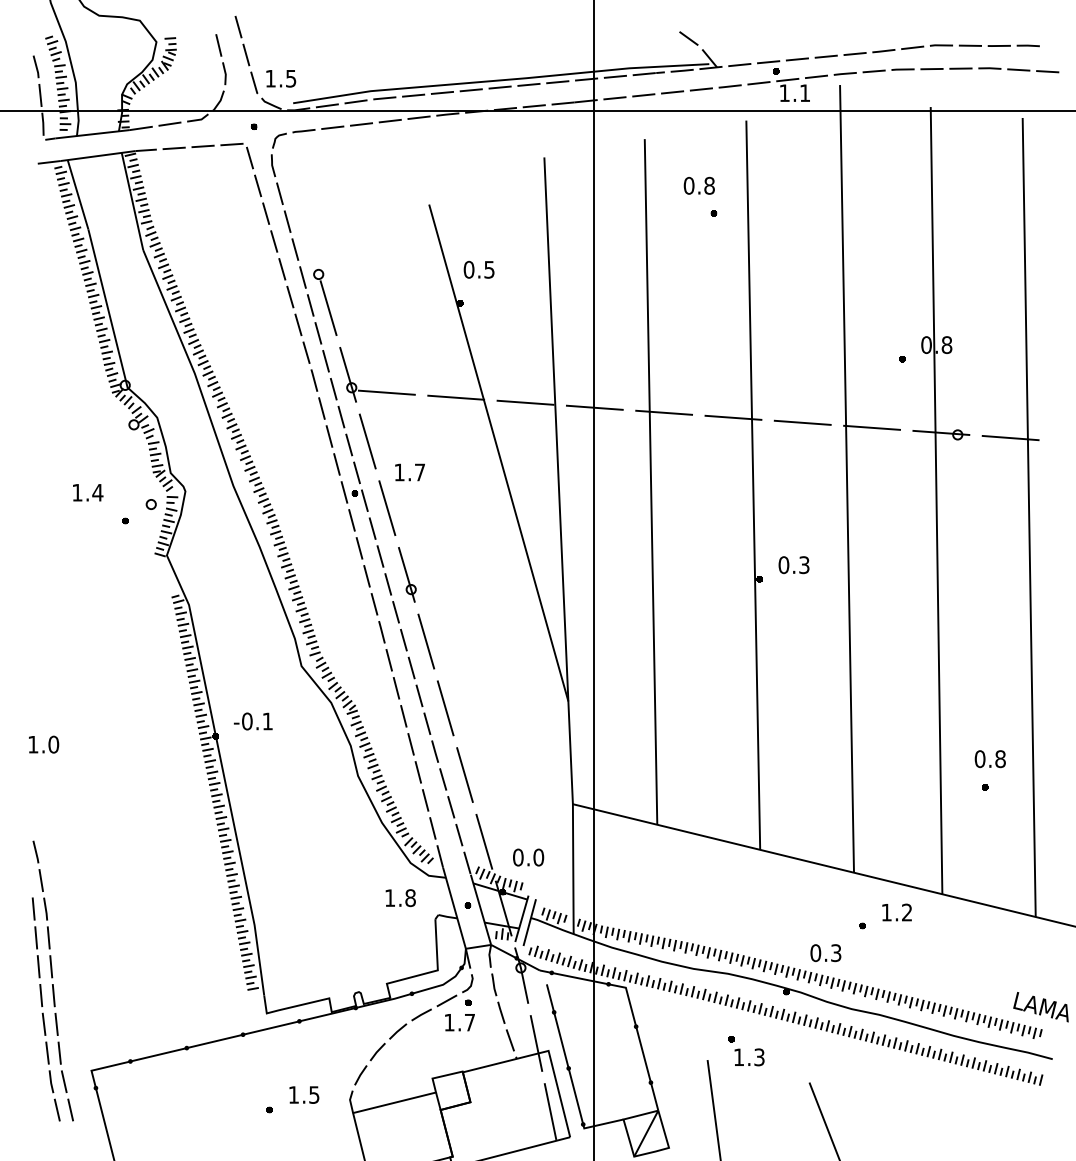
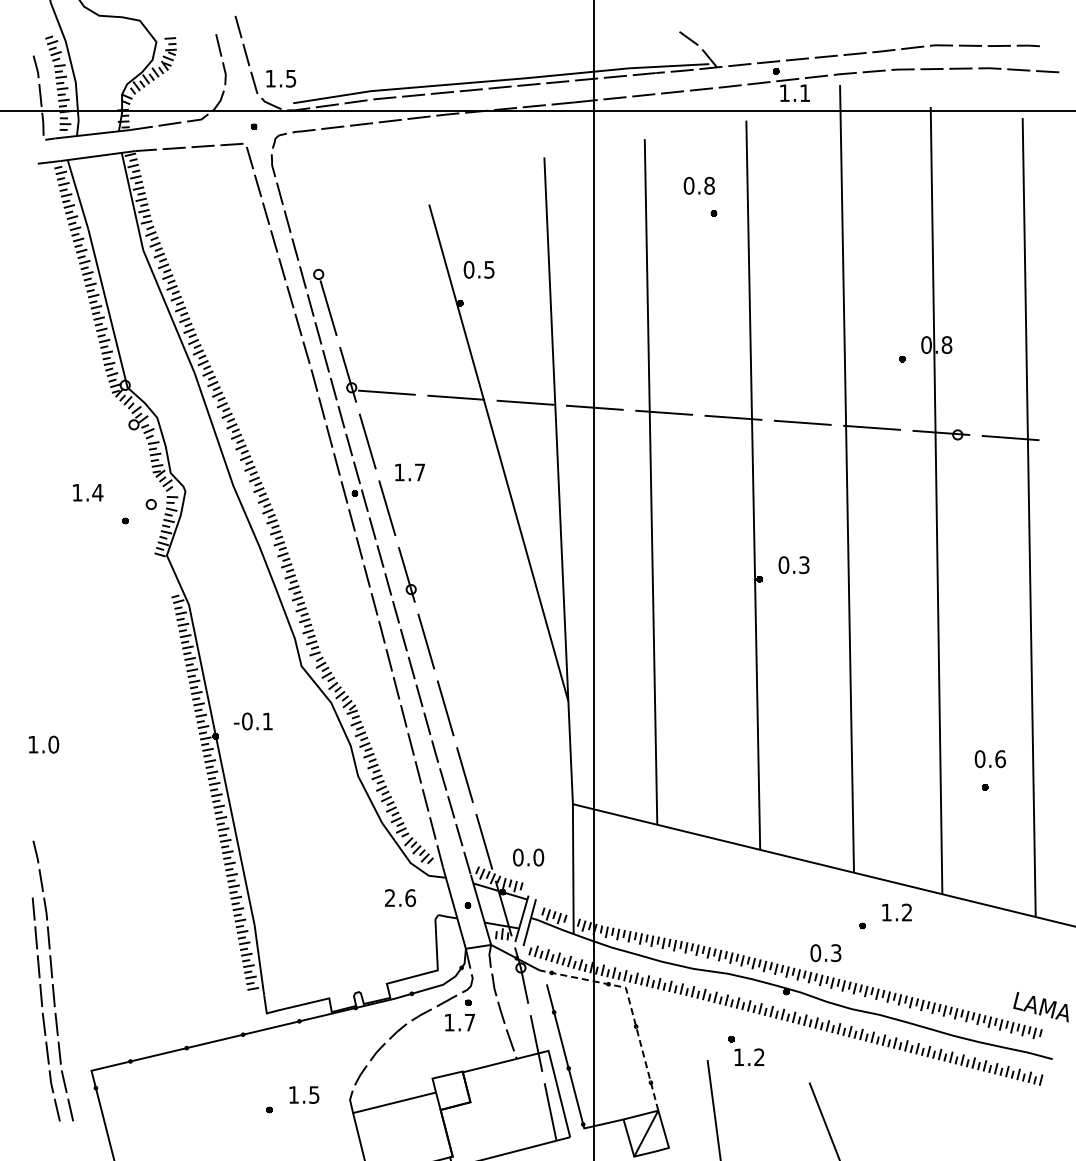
text at (1000, 758): 0.8 -> 0.6
text at (400, 897): 1.8 -> 2.6
line at (630, 1006): solid -> dashed
text at (759, 1057): 1.3 -> 1.2
